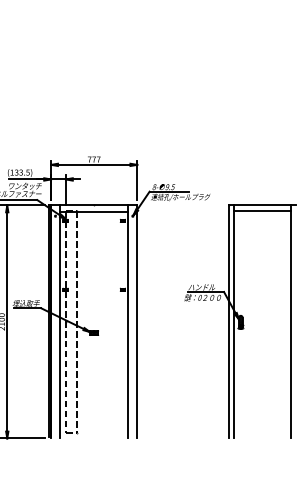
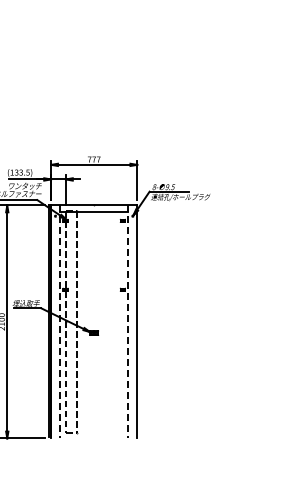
line at (59, 321): solid -> dashed
line at (128, 321): solid -> dashed
part at (240, 321): present -> none
